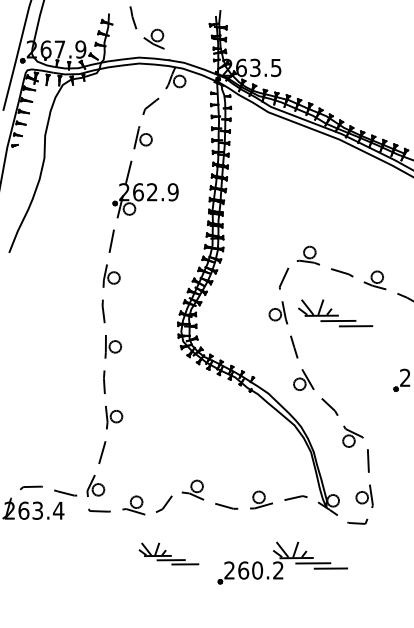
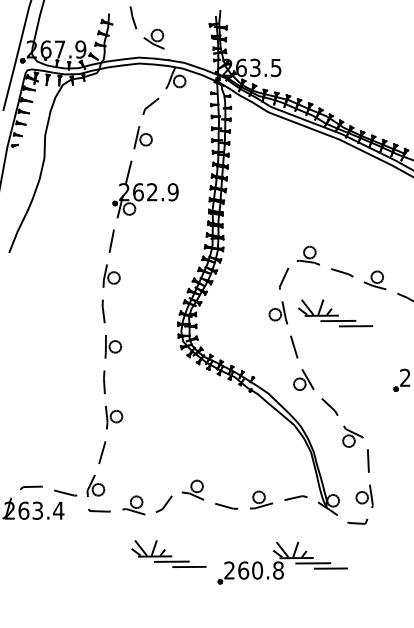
part at (168, 553) size: 62x24 px -> 76x28 px
text at (278, 570): 260.2 -> 260.8
